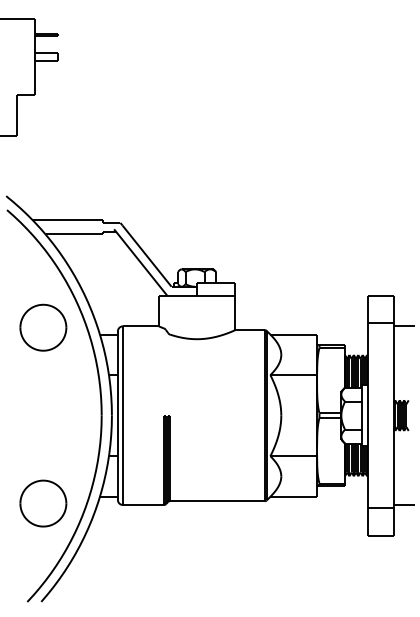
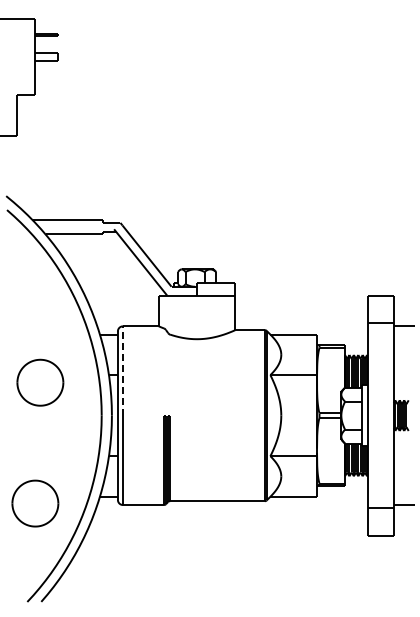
part at (43, 327) position: (43, 327) -> (40, 382)
line at (123, 370): solid -> dashed
part at (43, 503) position: (43, 503) -> (35, 503)
